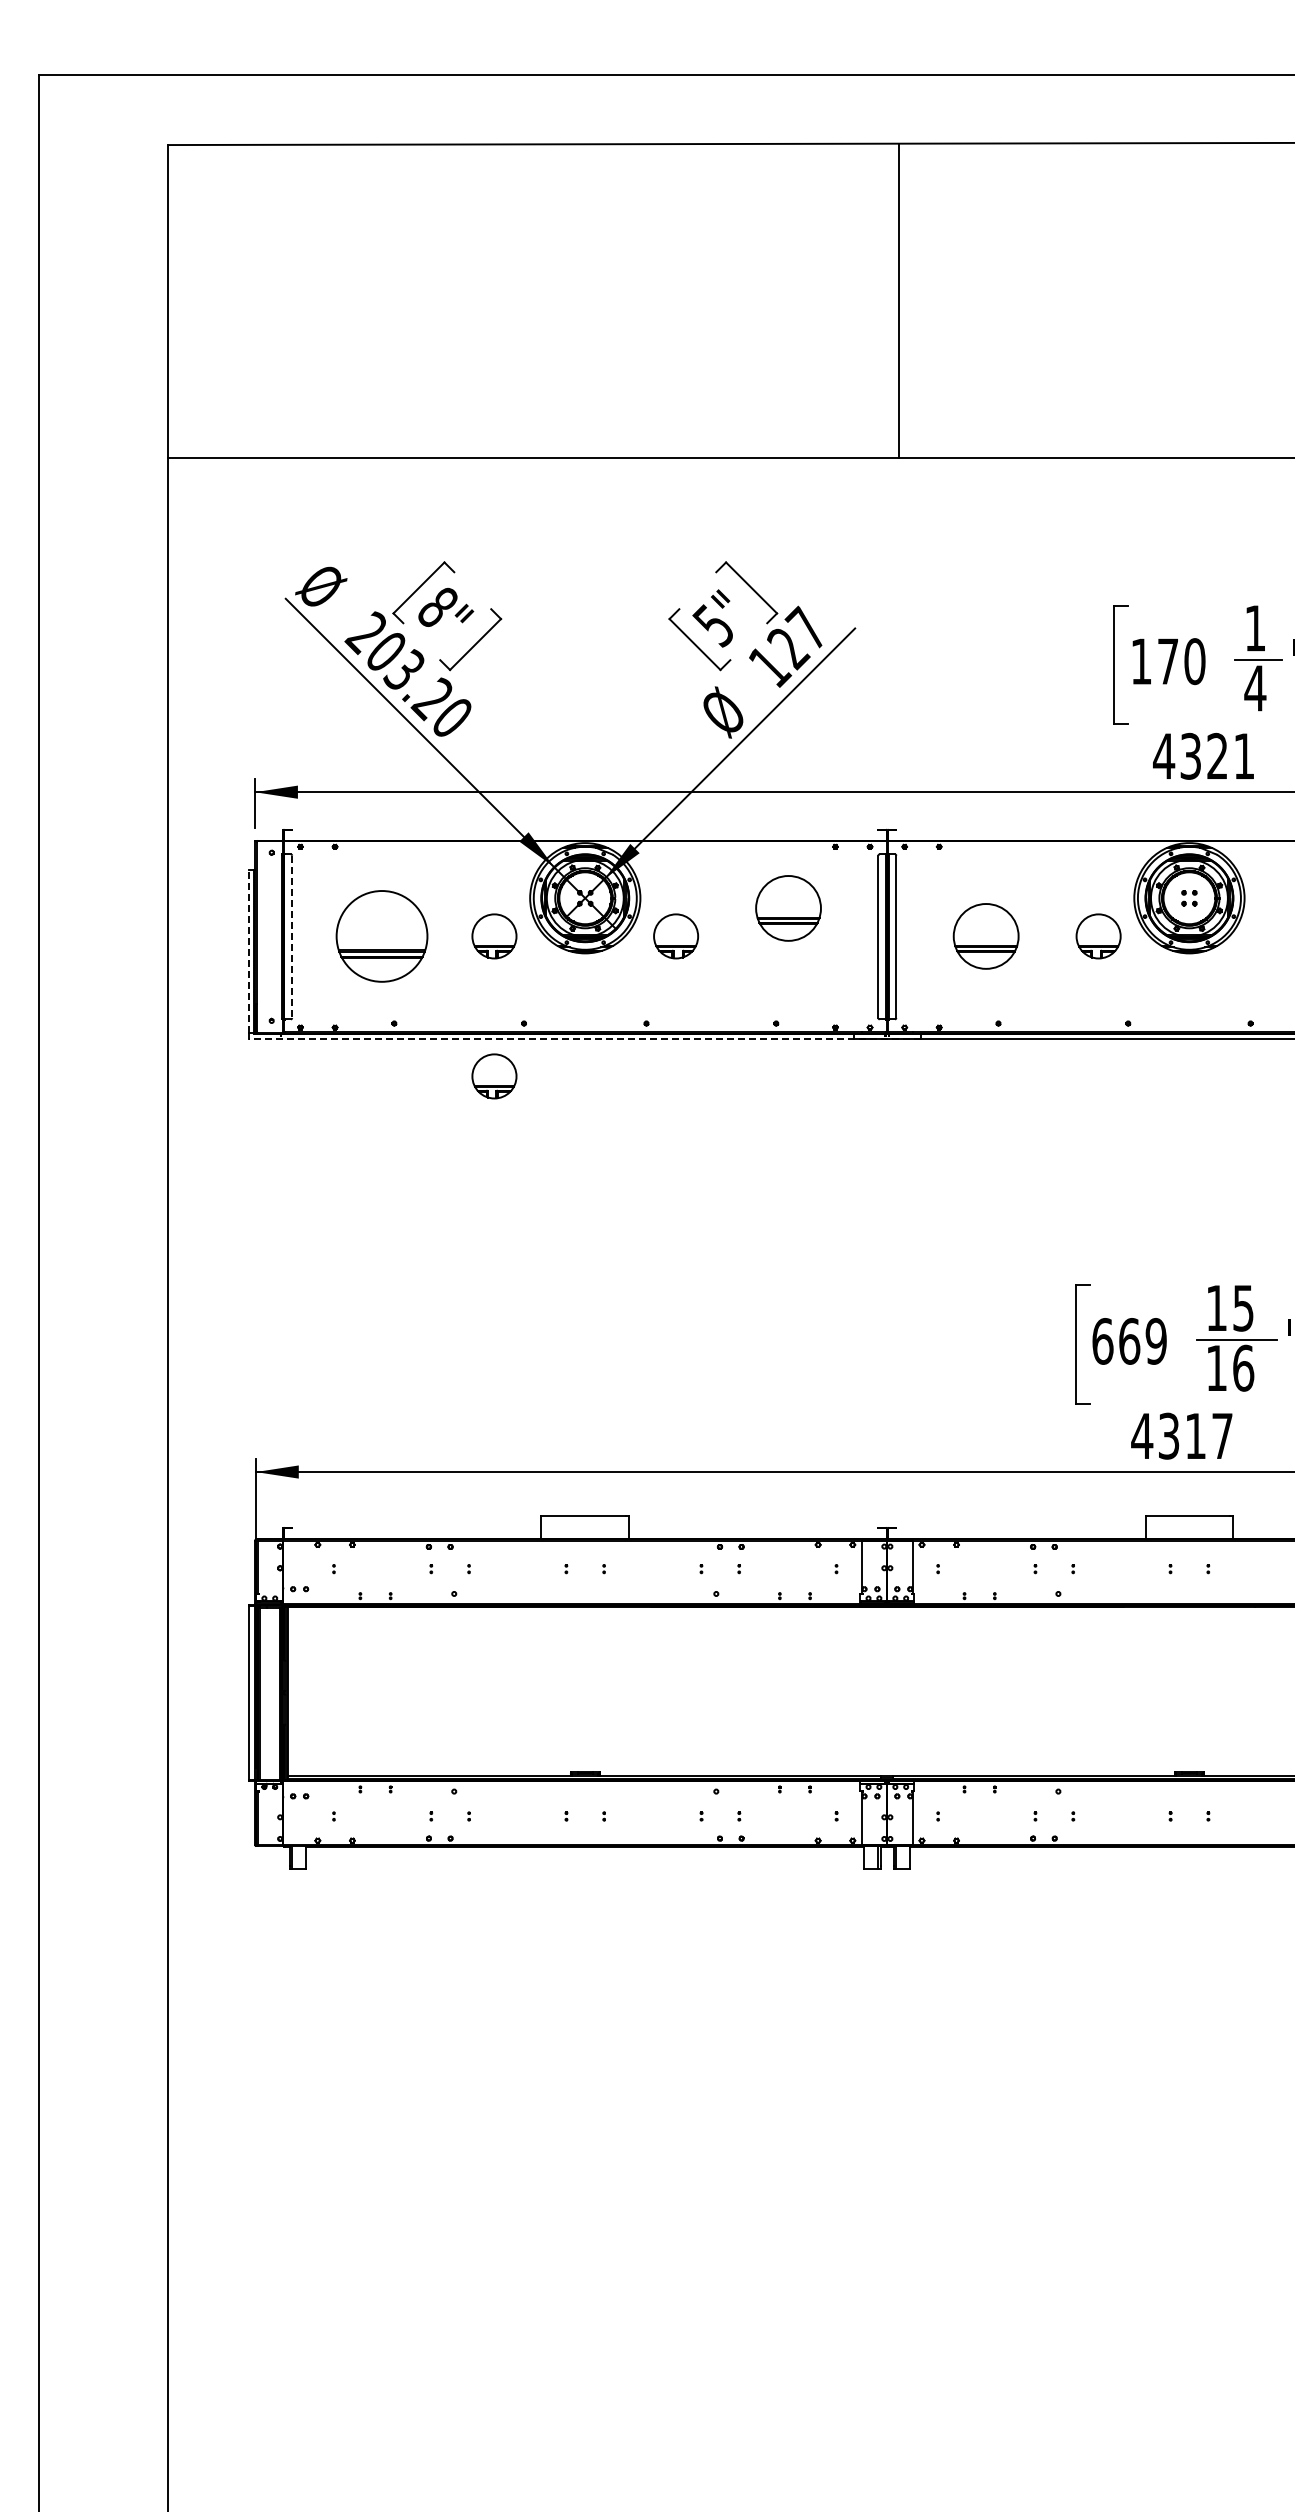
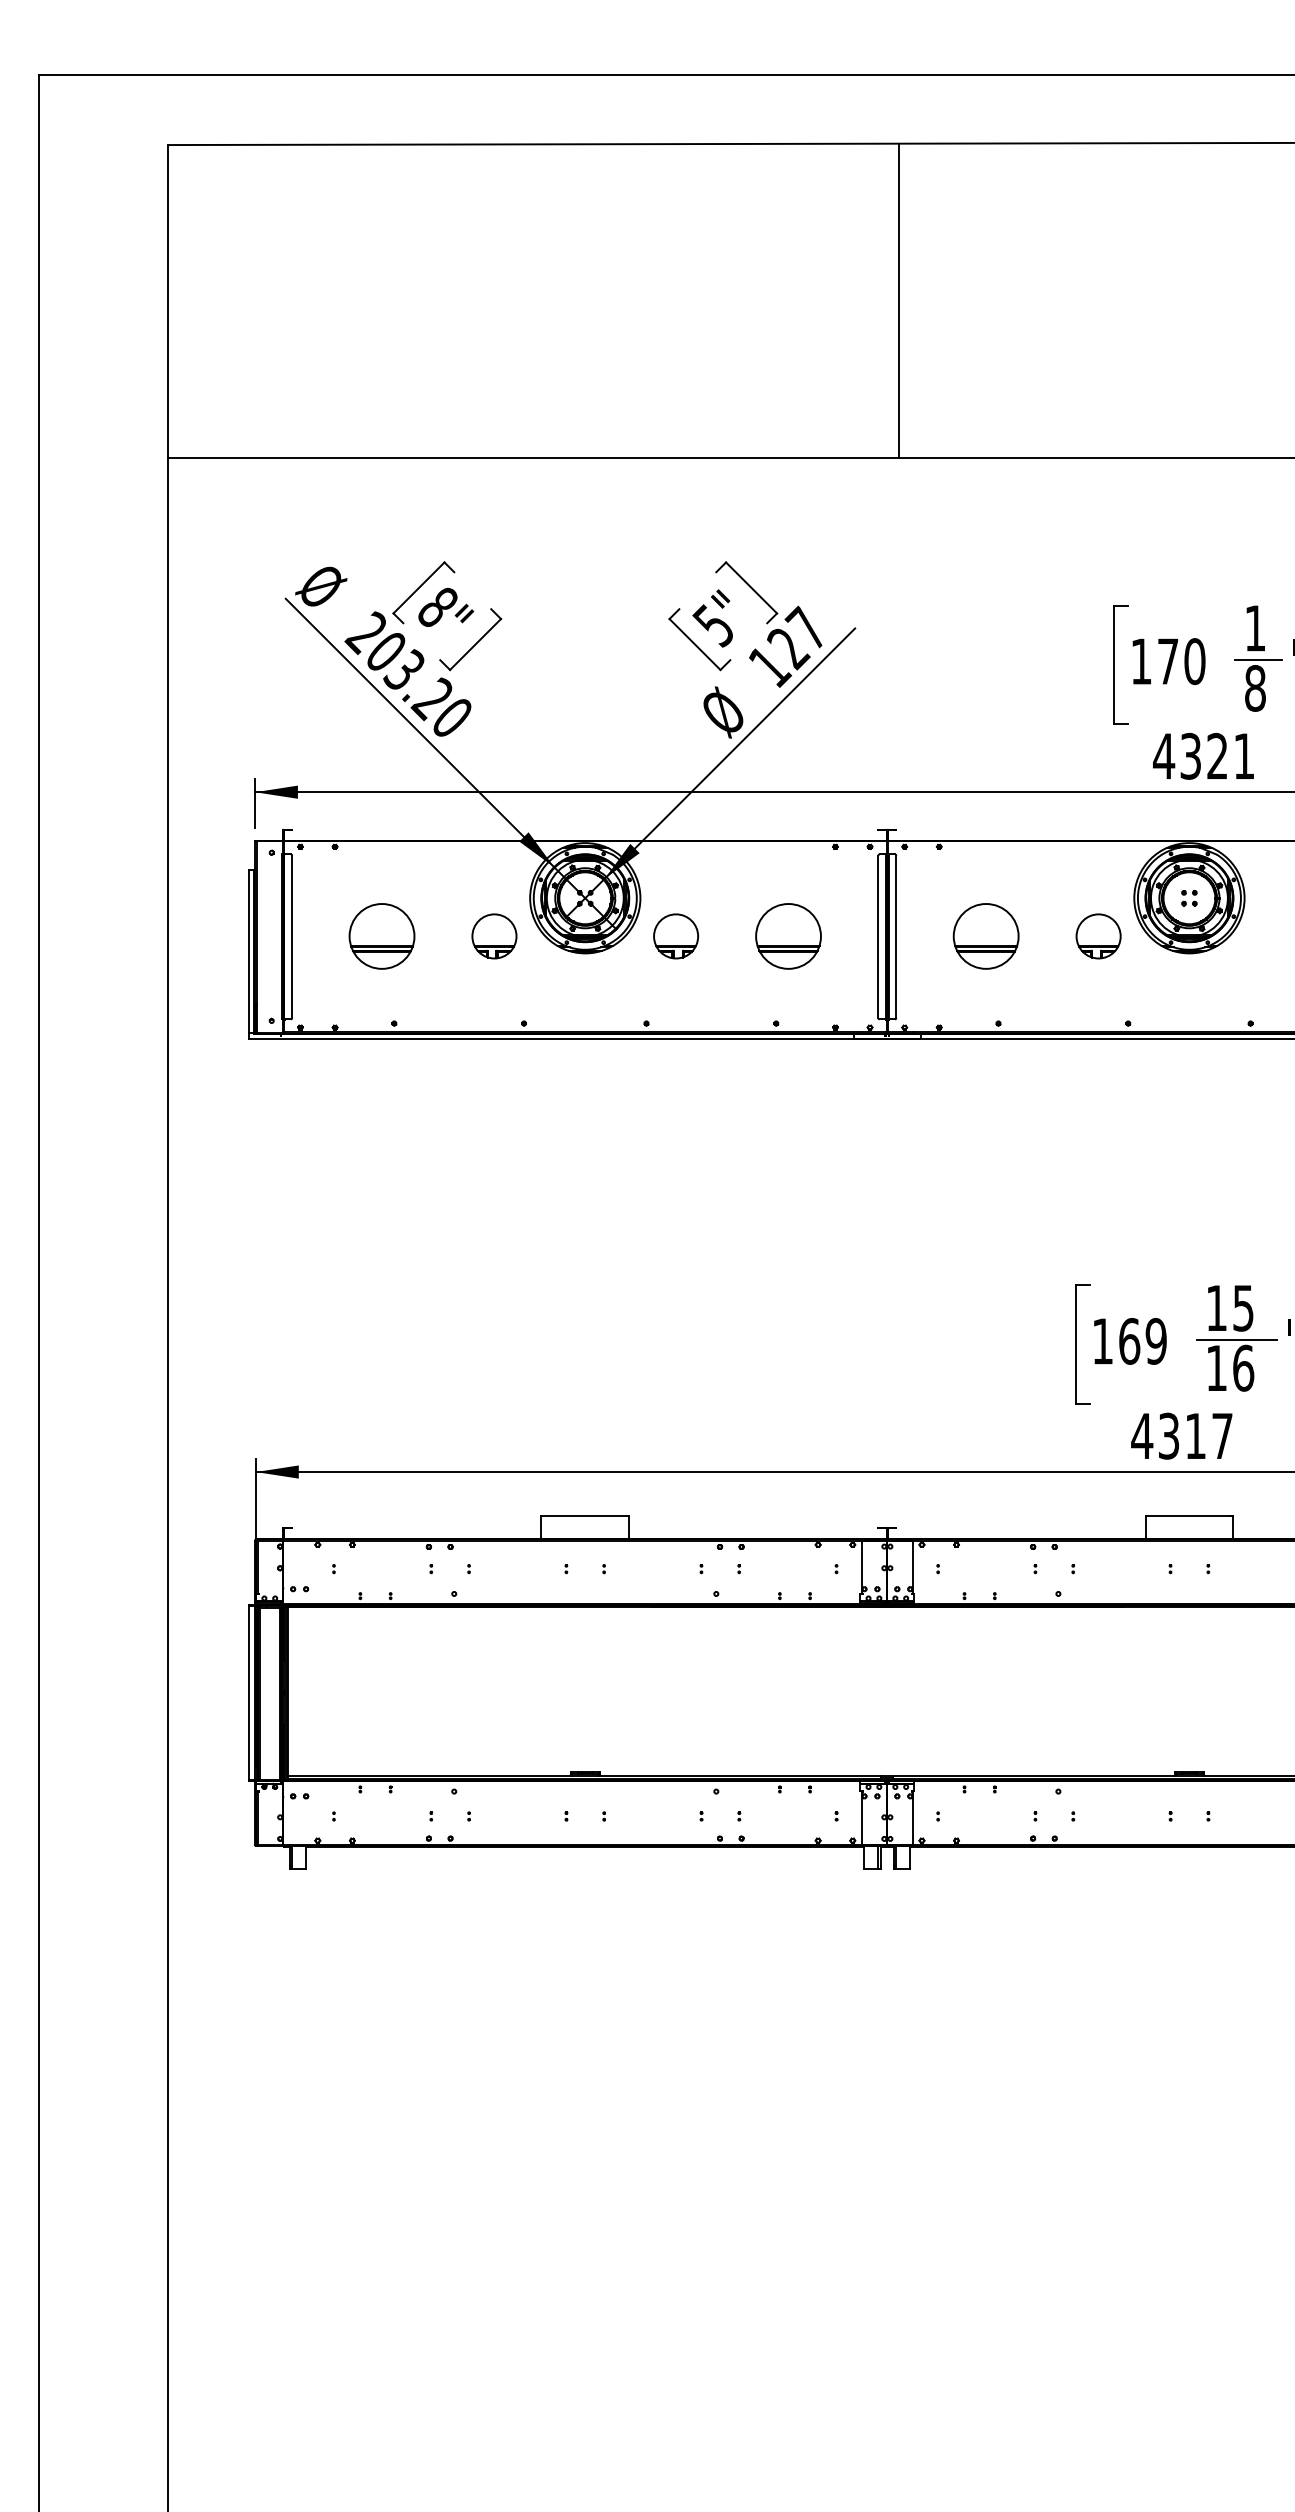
text at (1255, 688): 4 -> 8
part at (788, 908) position: (788, 908) -> (788, 936)
part at (381, 936) size: 94x93 px -> 68x67 px
line at (292, 937): dashed -> solid
line at (249, 950): dashed -> solid
line at (585, 1039): dashed -> solid
part at (494, 1076): present -> none
text at (1102, 1341): 669 -> 169
